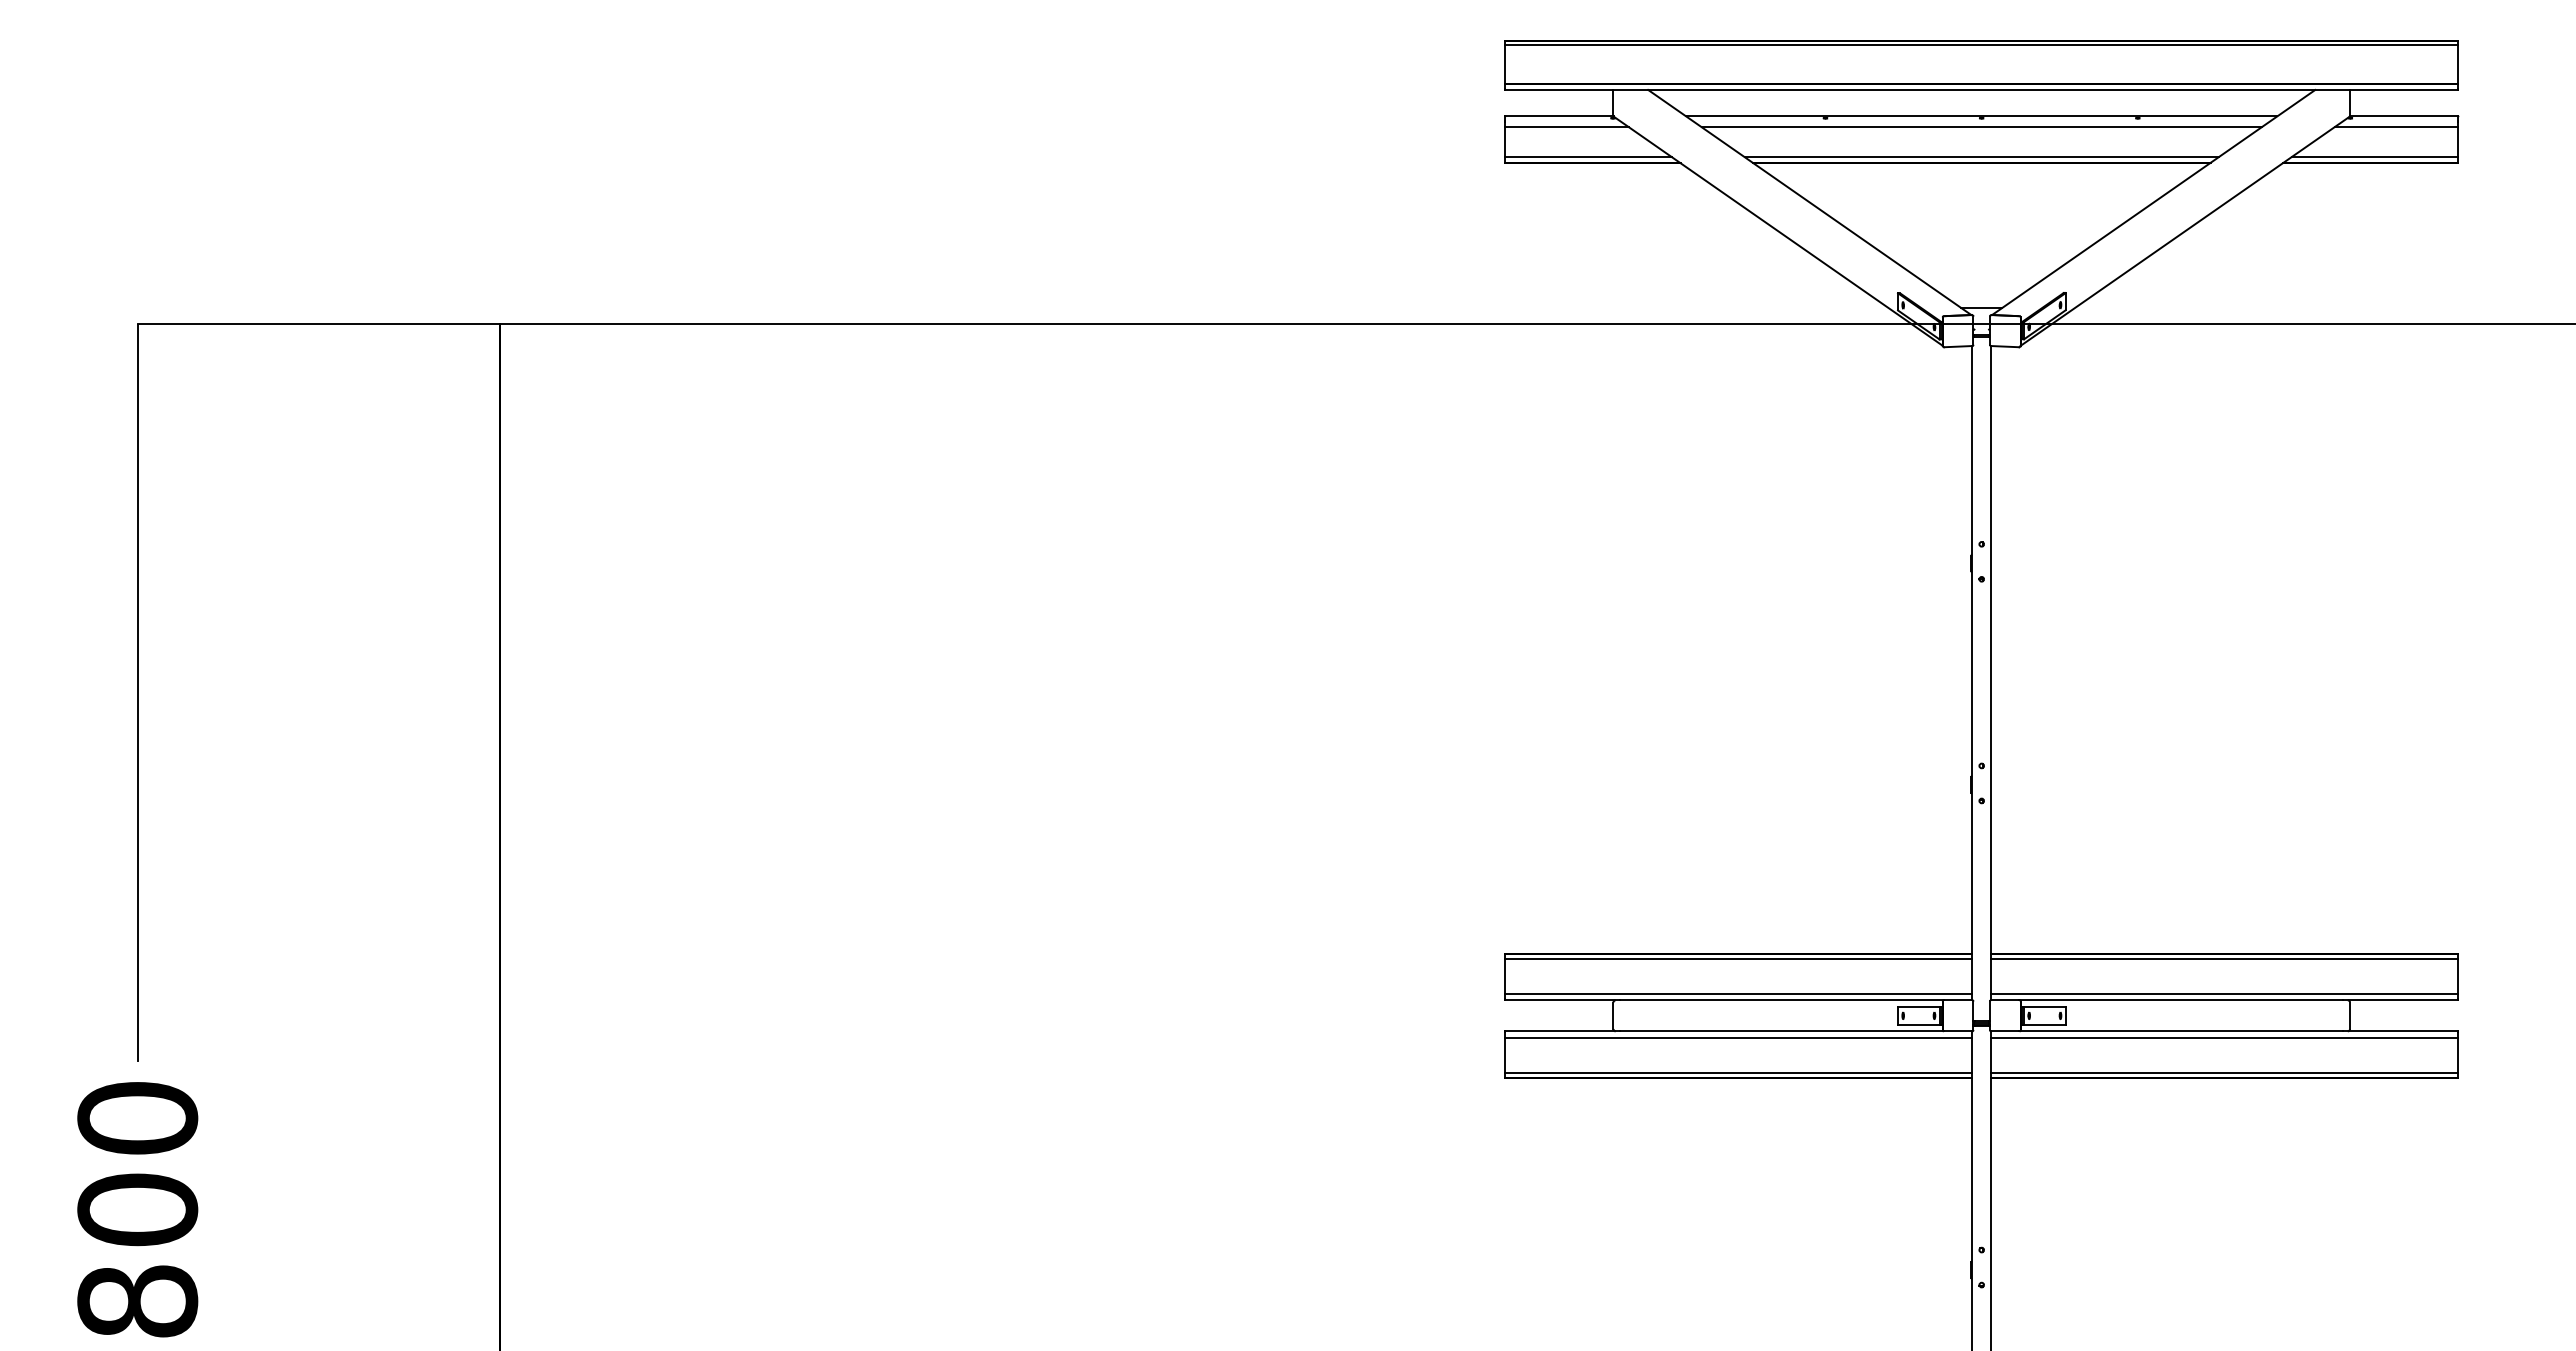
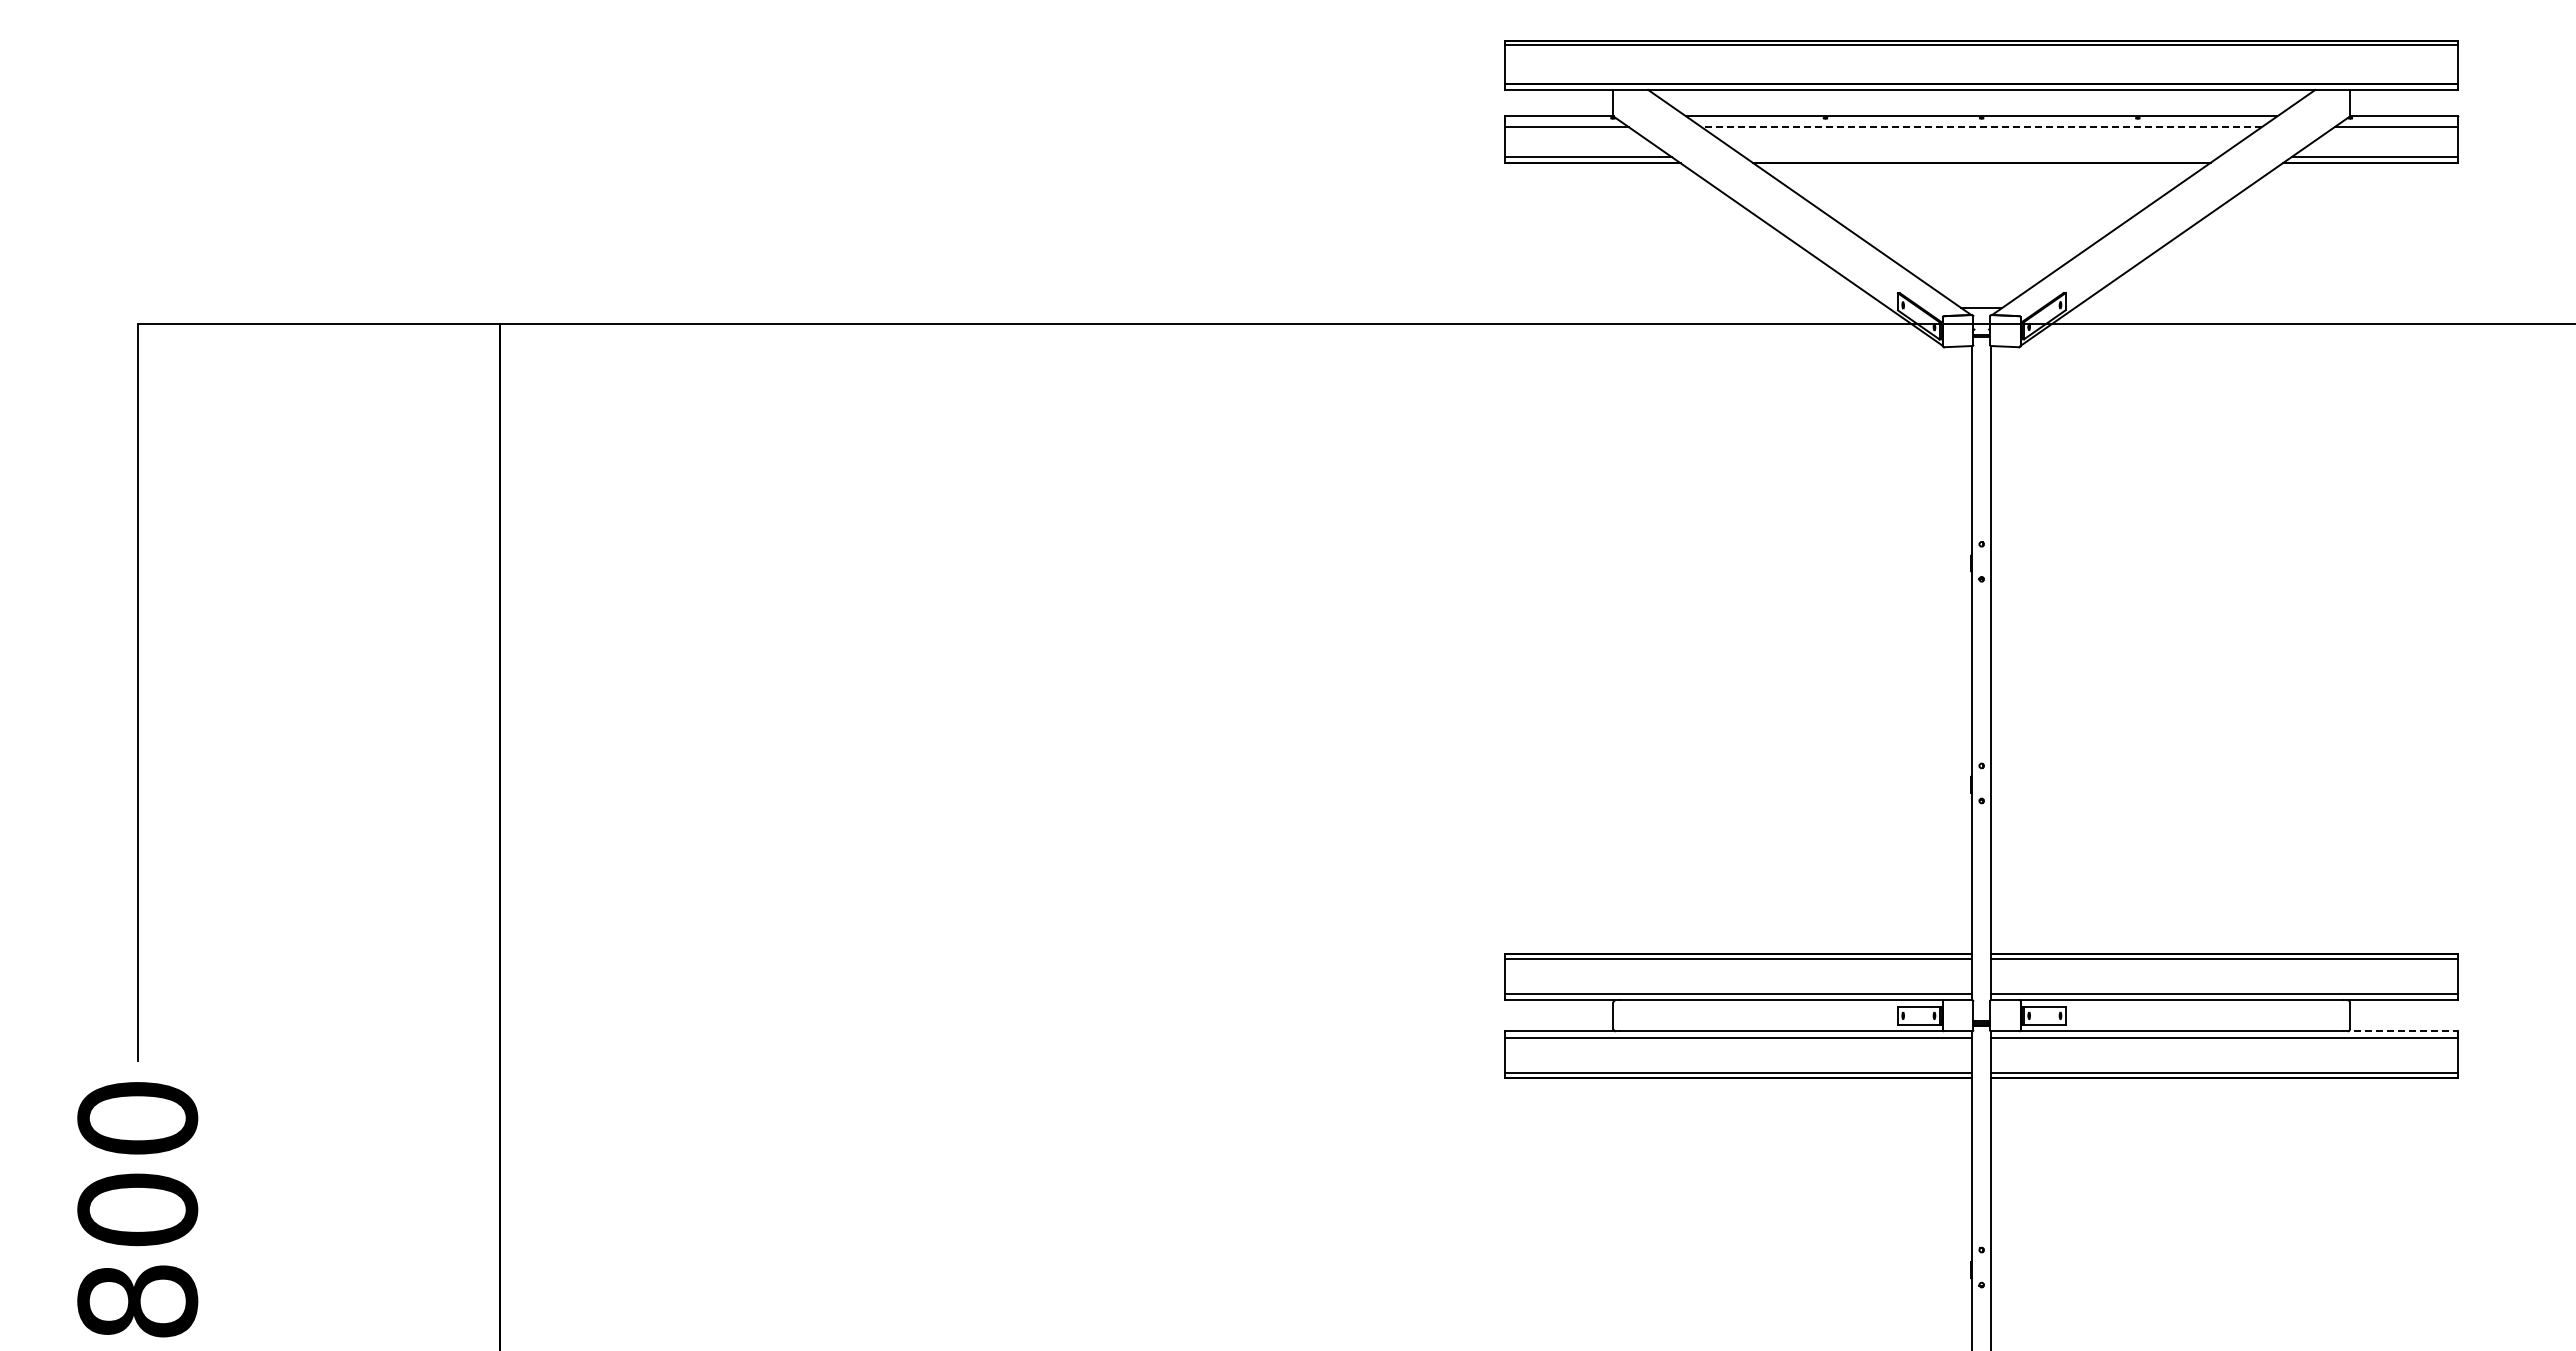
line at (1981, 127): solid -> dashed
line at (1981, 157): present -> none
line at (2401, 1031): solid -> dashed
